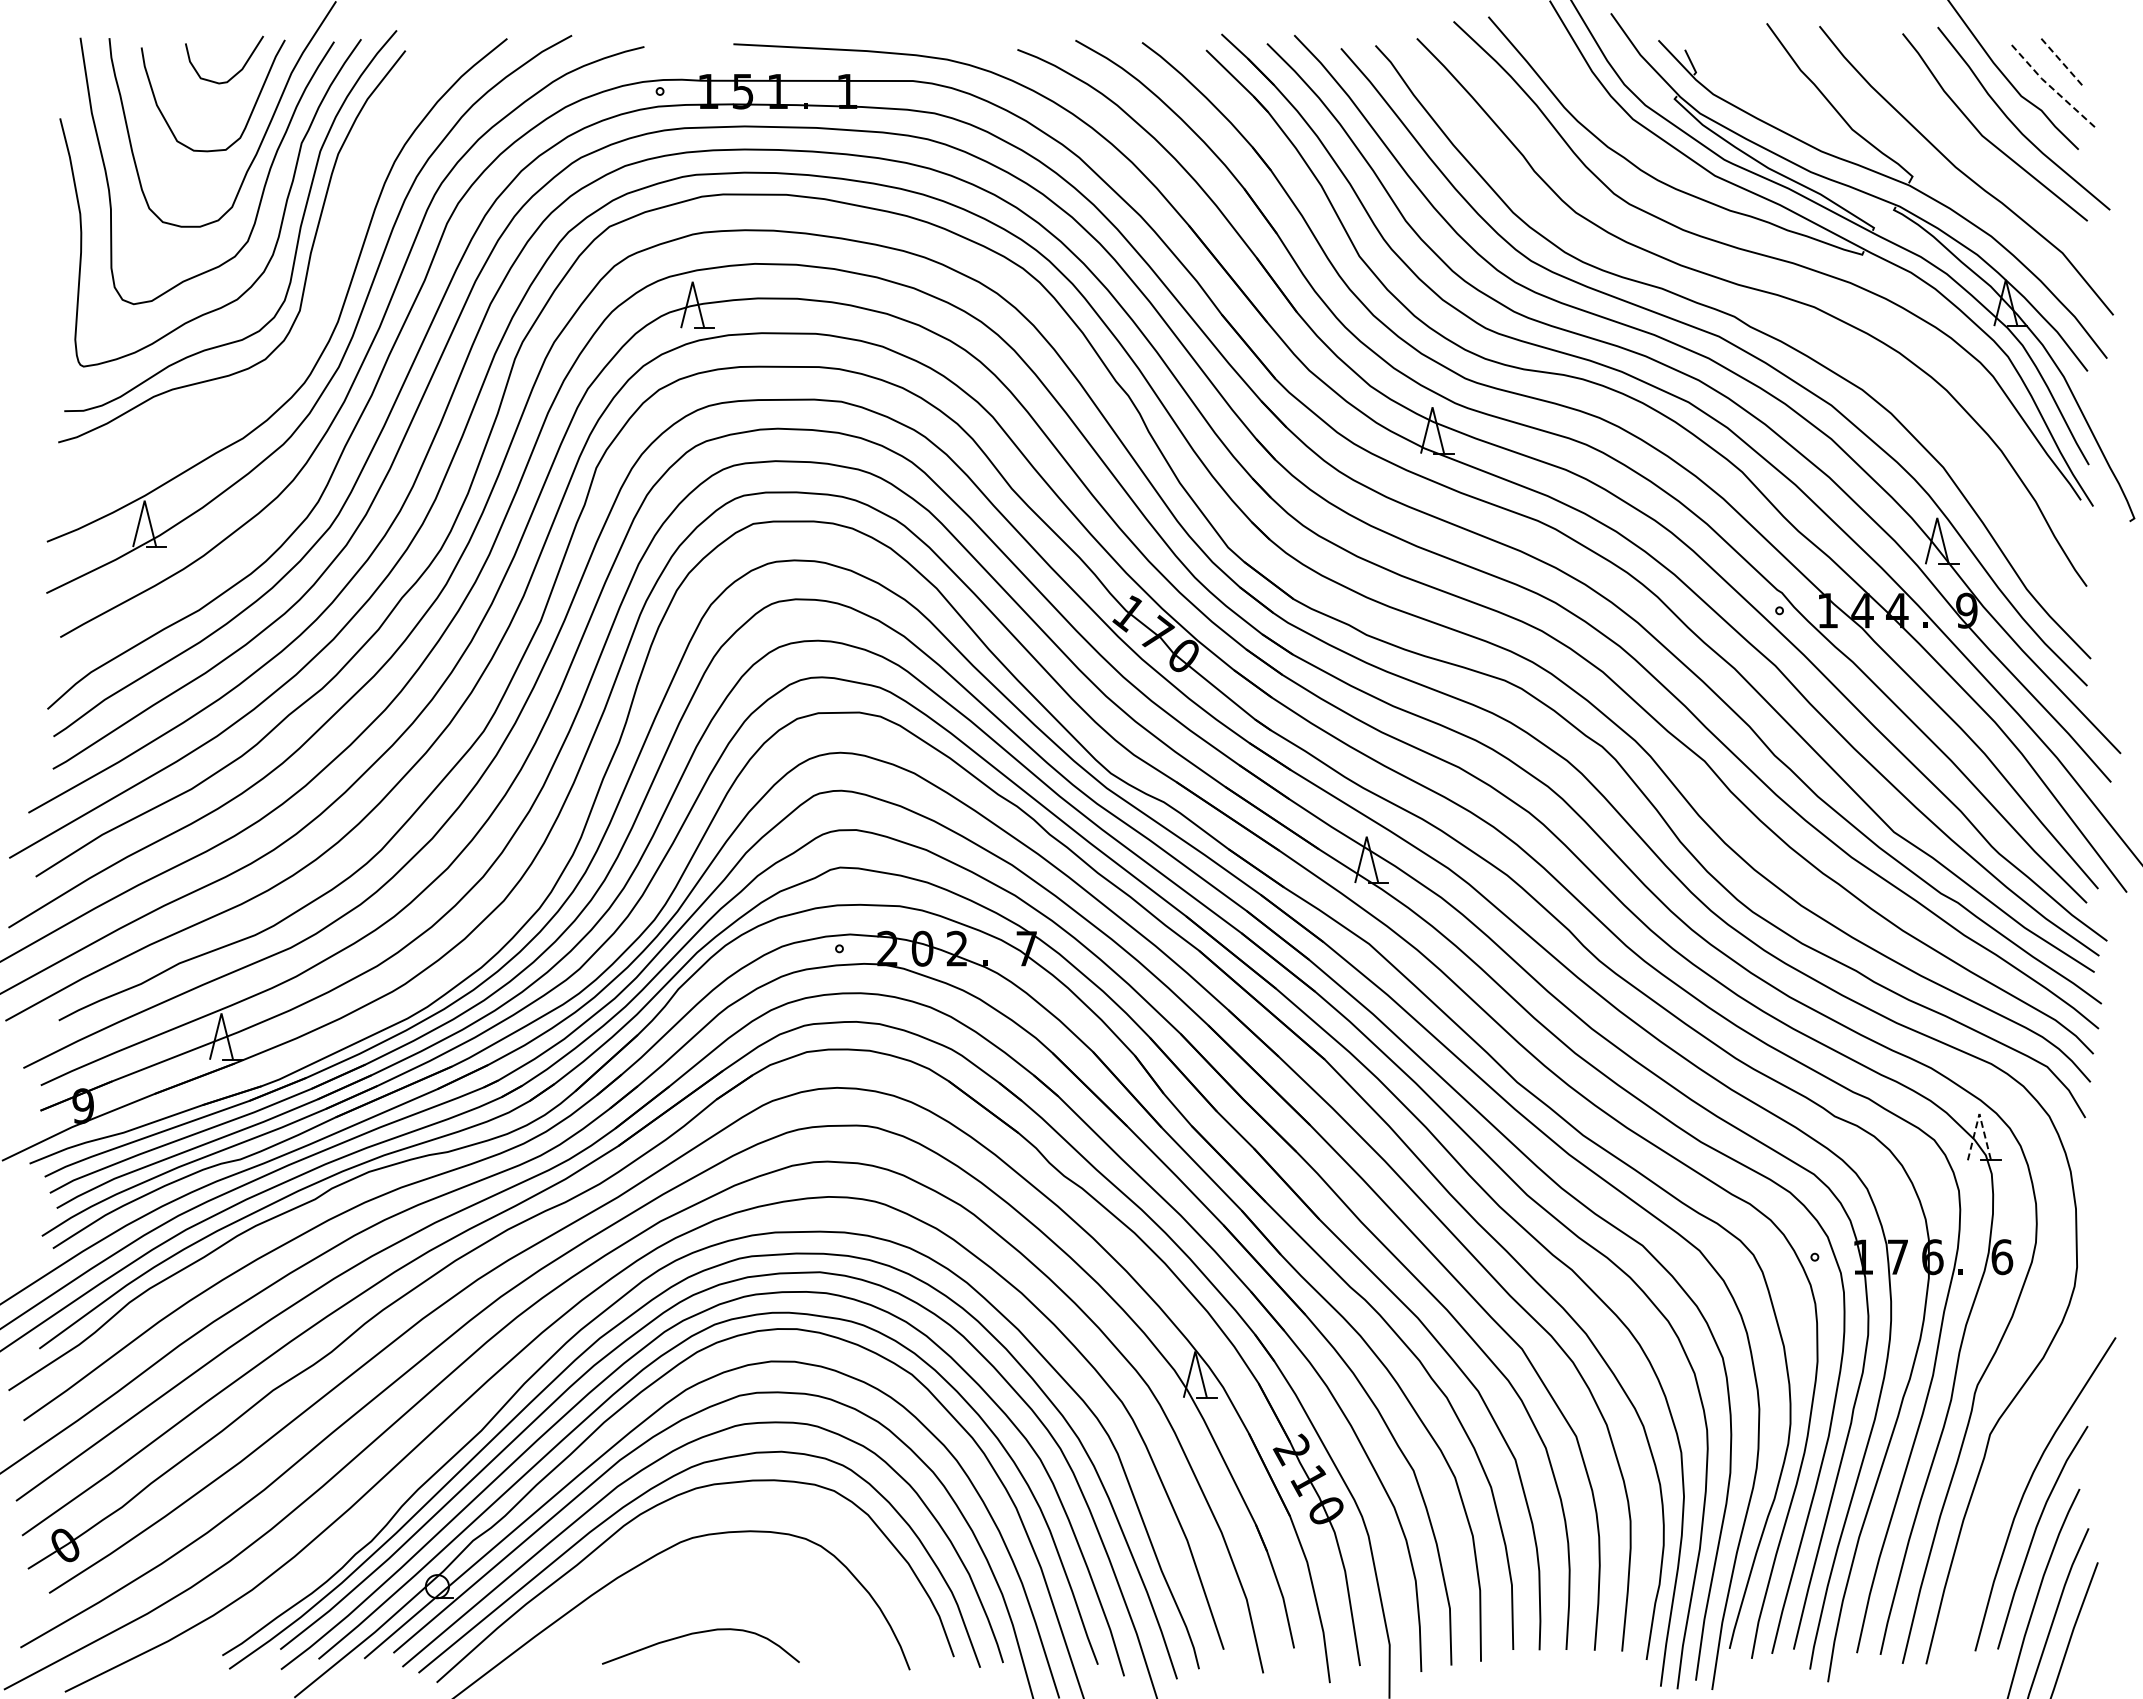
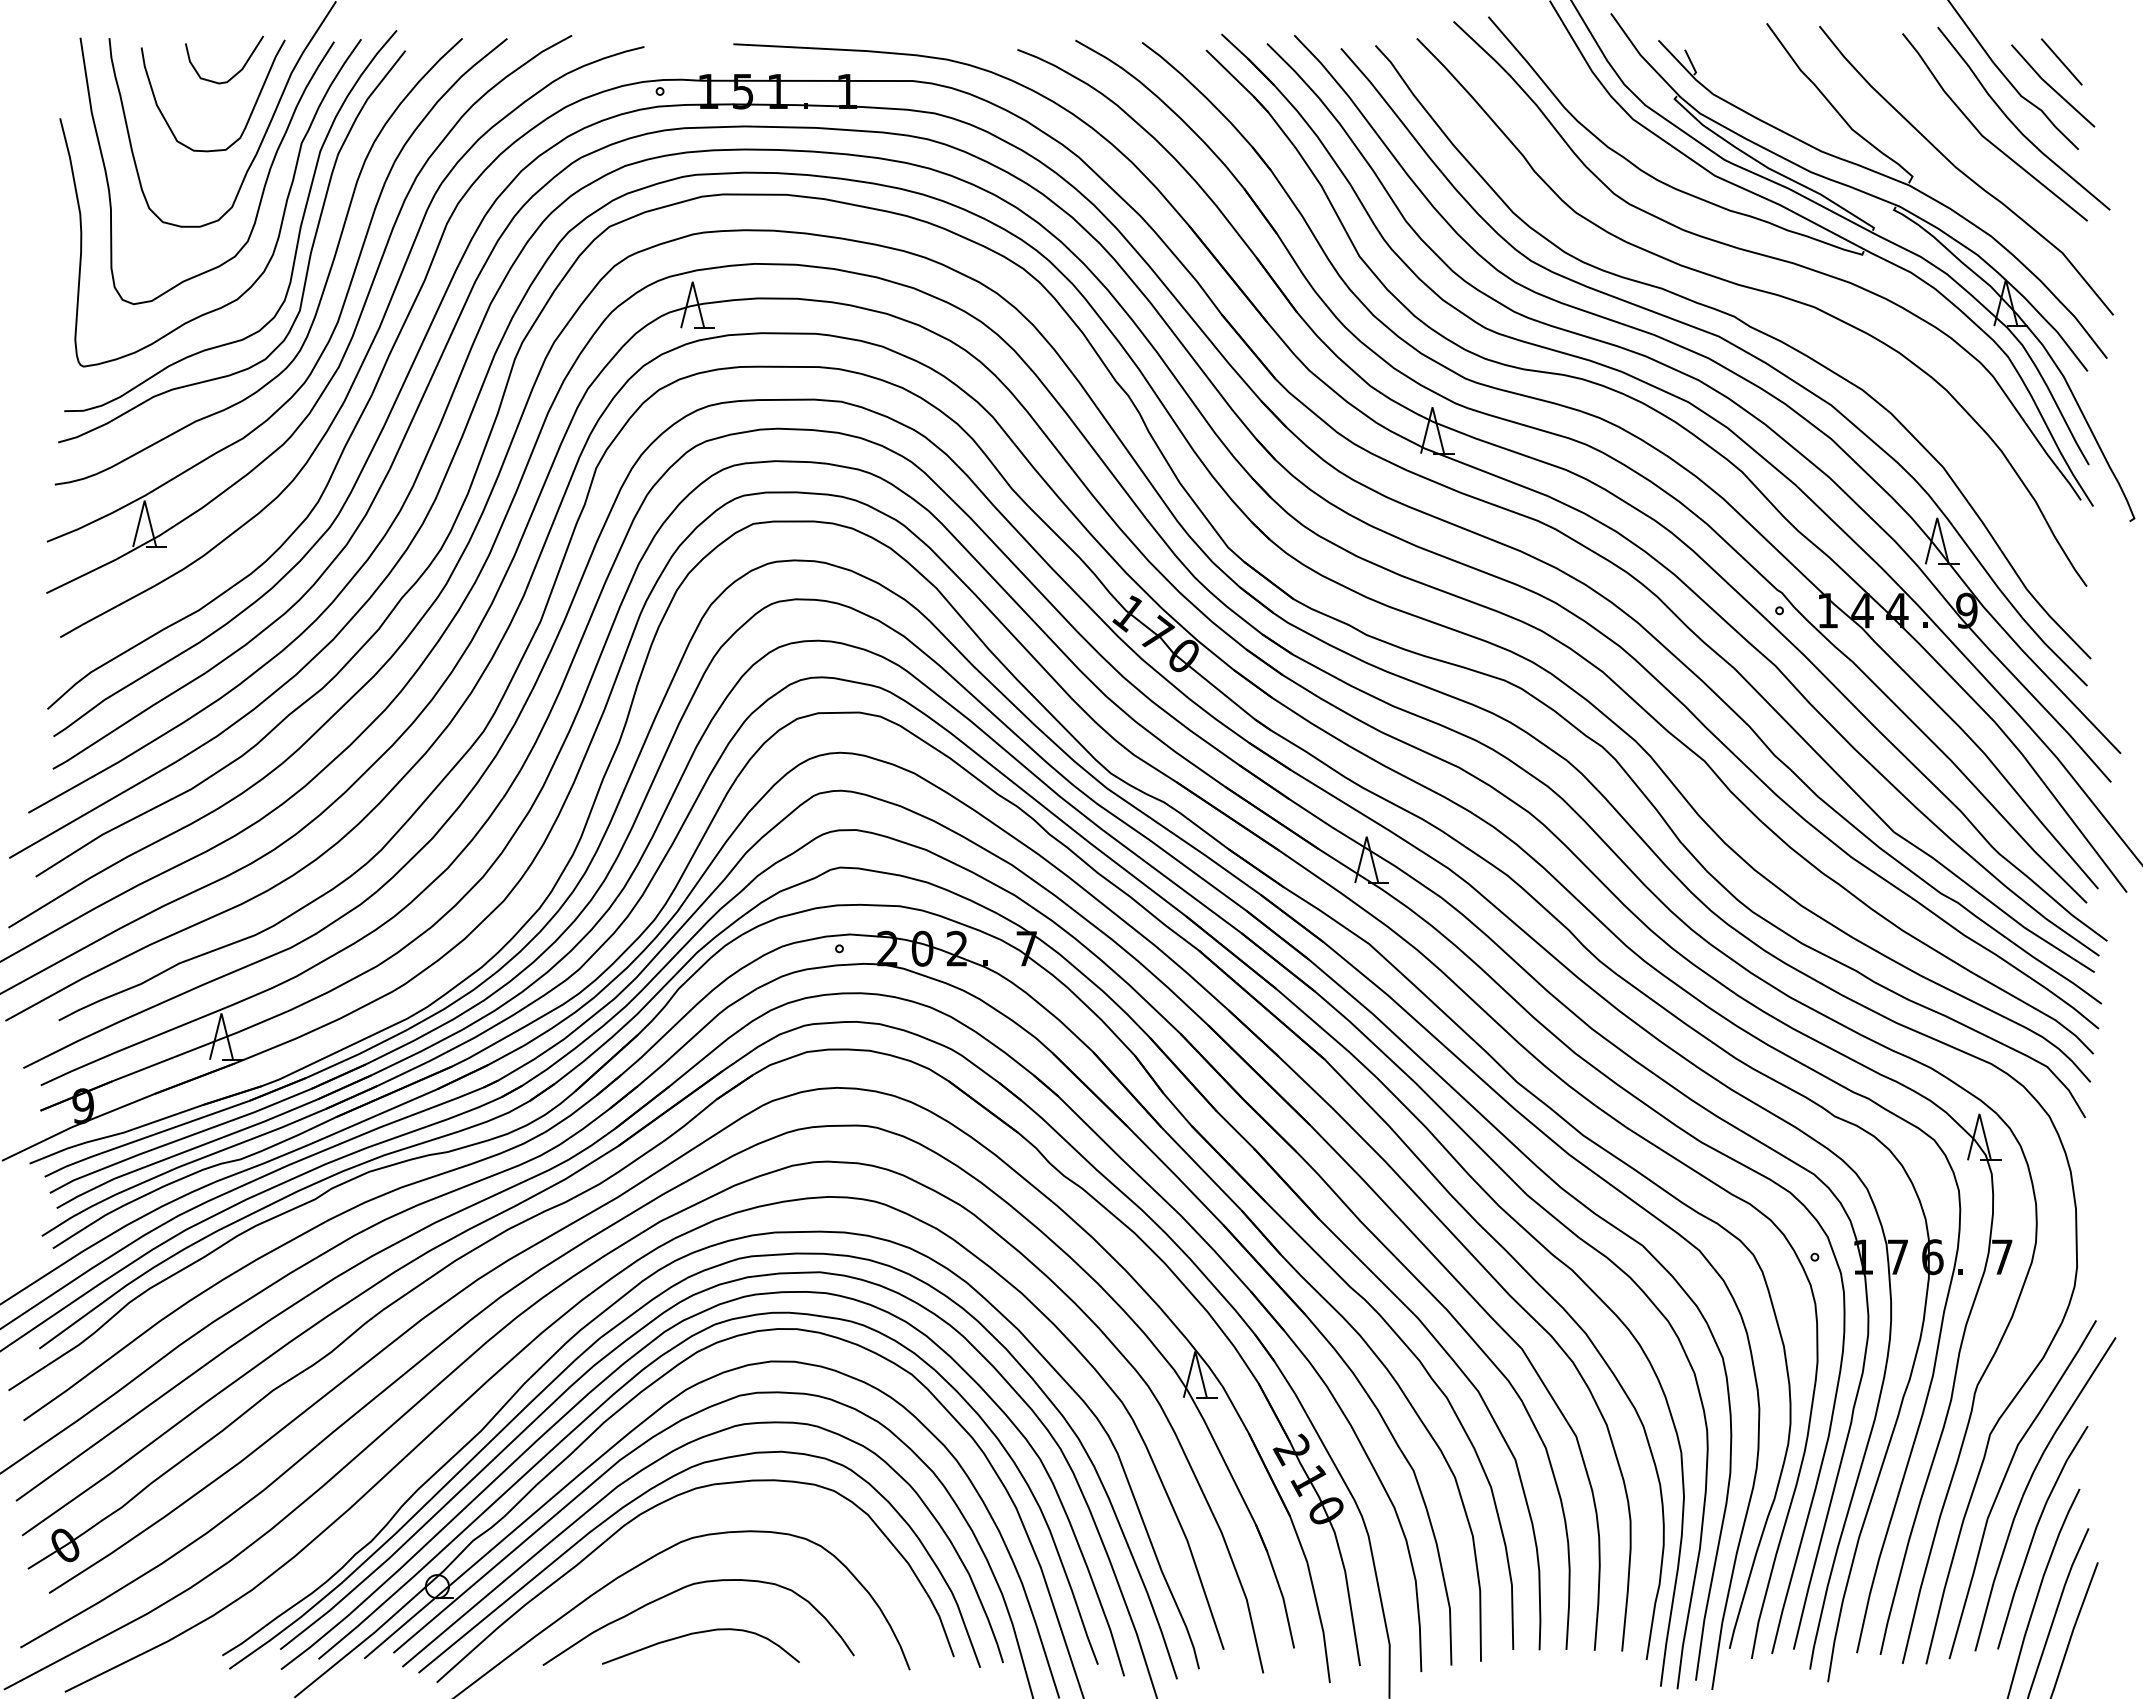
line at (2061, 61): dashed -> solid
line at (2050, 86): dashed -> solid
curve at (324, 284): none -> present
line at (1979, 1113): dashed -> solid
text at (2002, 1257): 6 -> 7
curve at (2003, 1483): none -> present
curve at (682, 1589): none -> present
